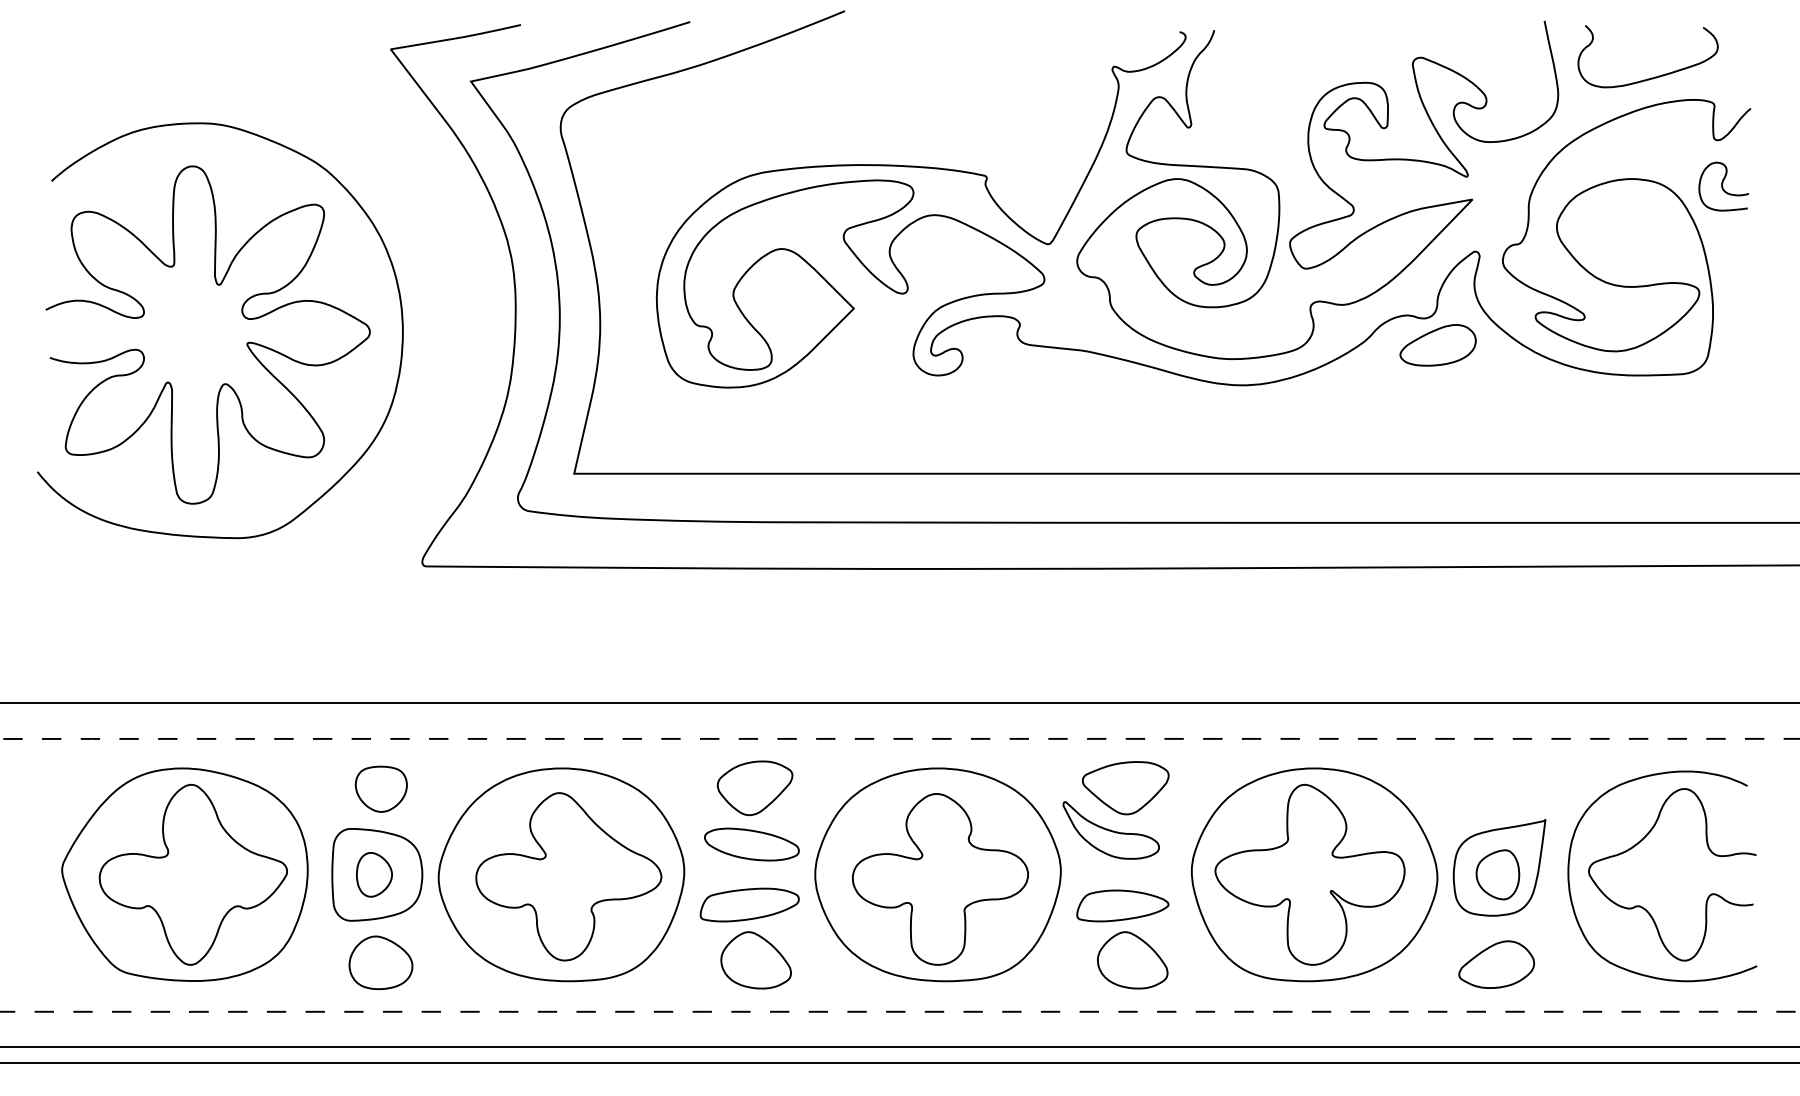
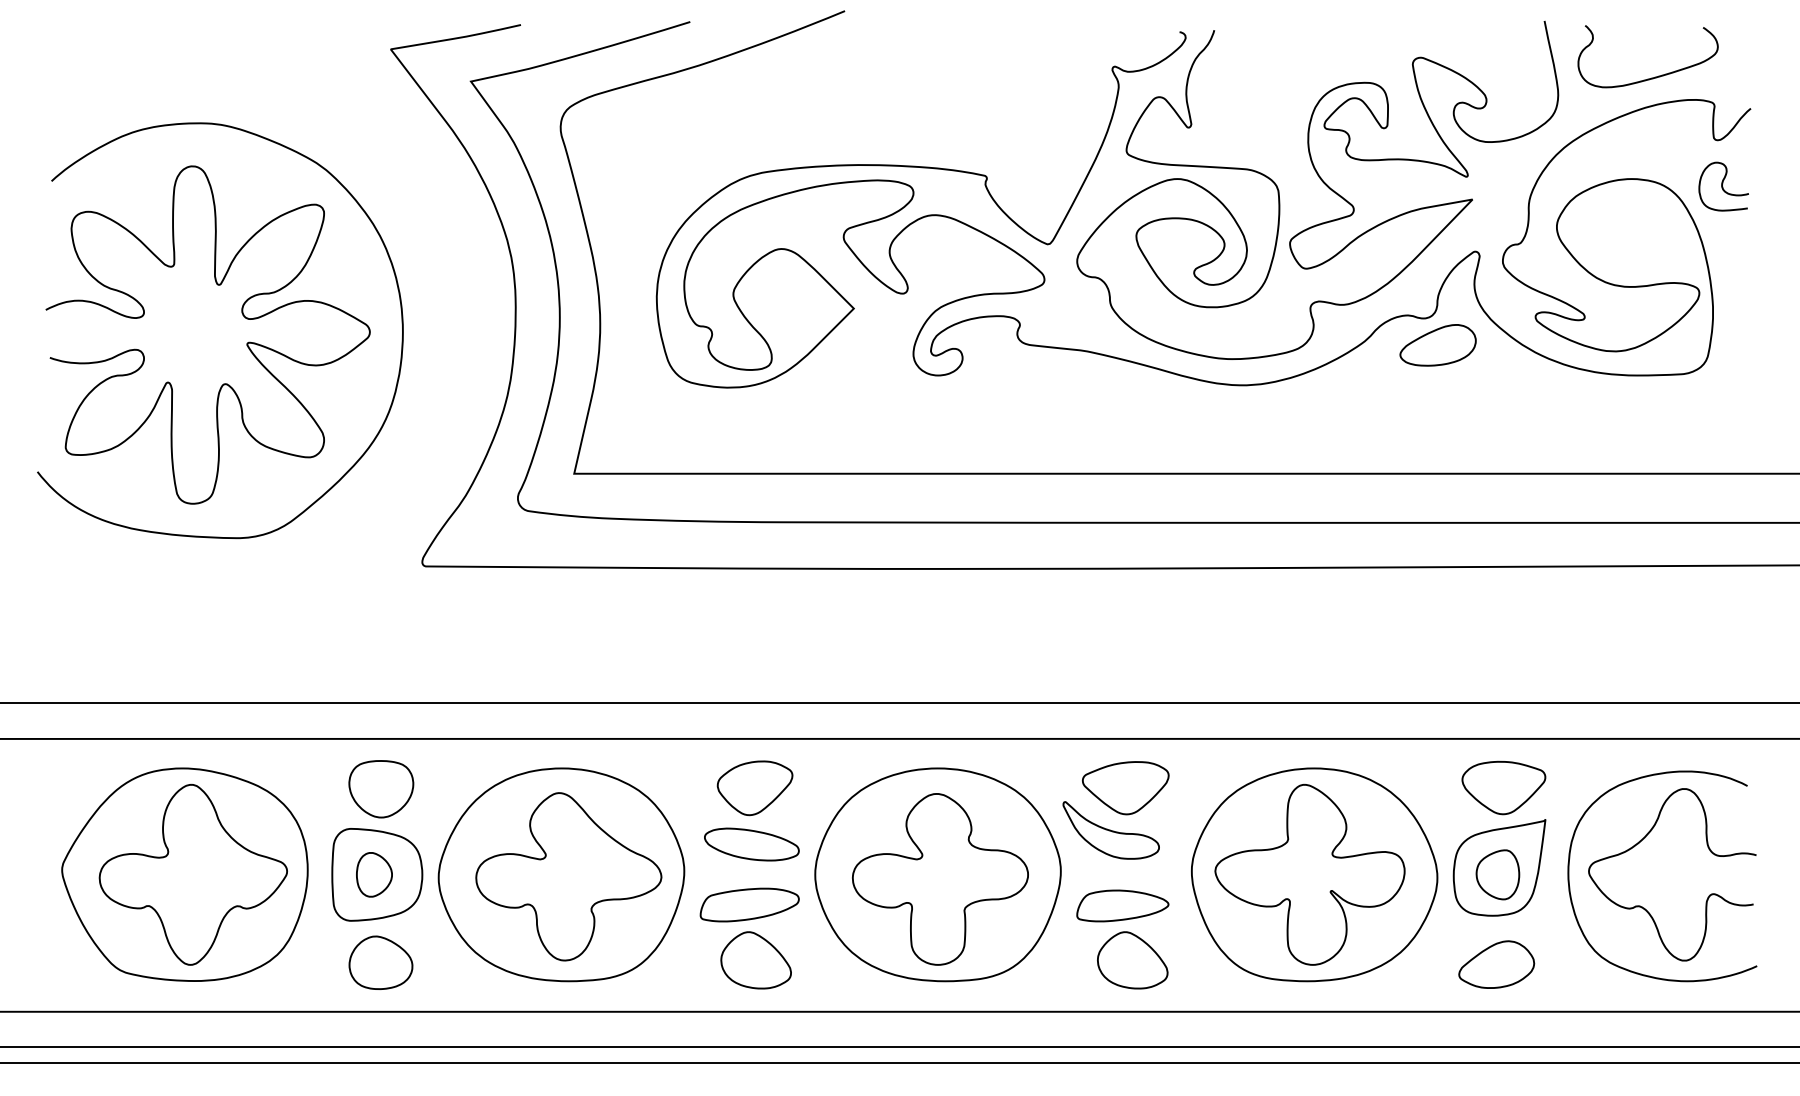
line at (898, 738): dashed -> solid
part at (1503, 787): none -> present
part at (380, 788) size: 54x48 px -> 67x59 px
line at (899, 1011): dashed -> solid
